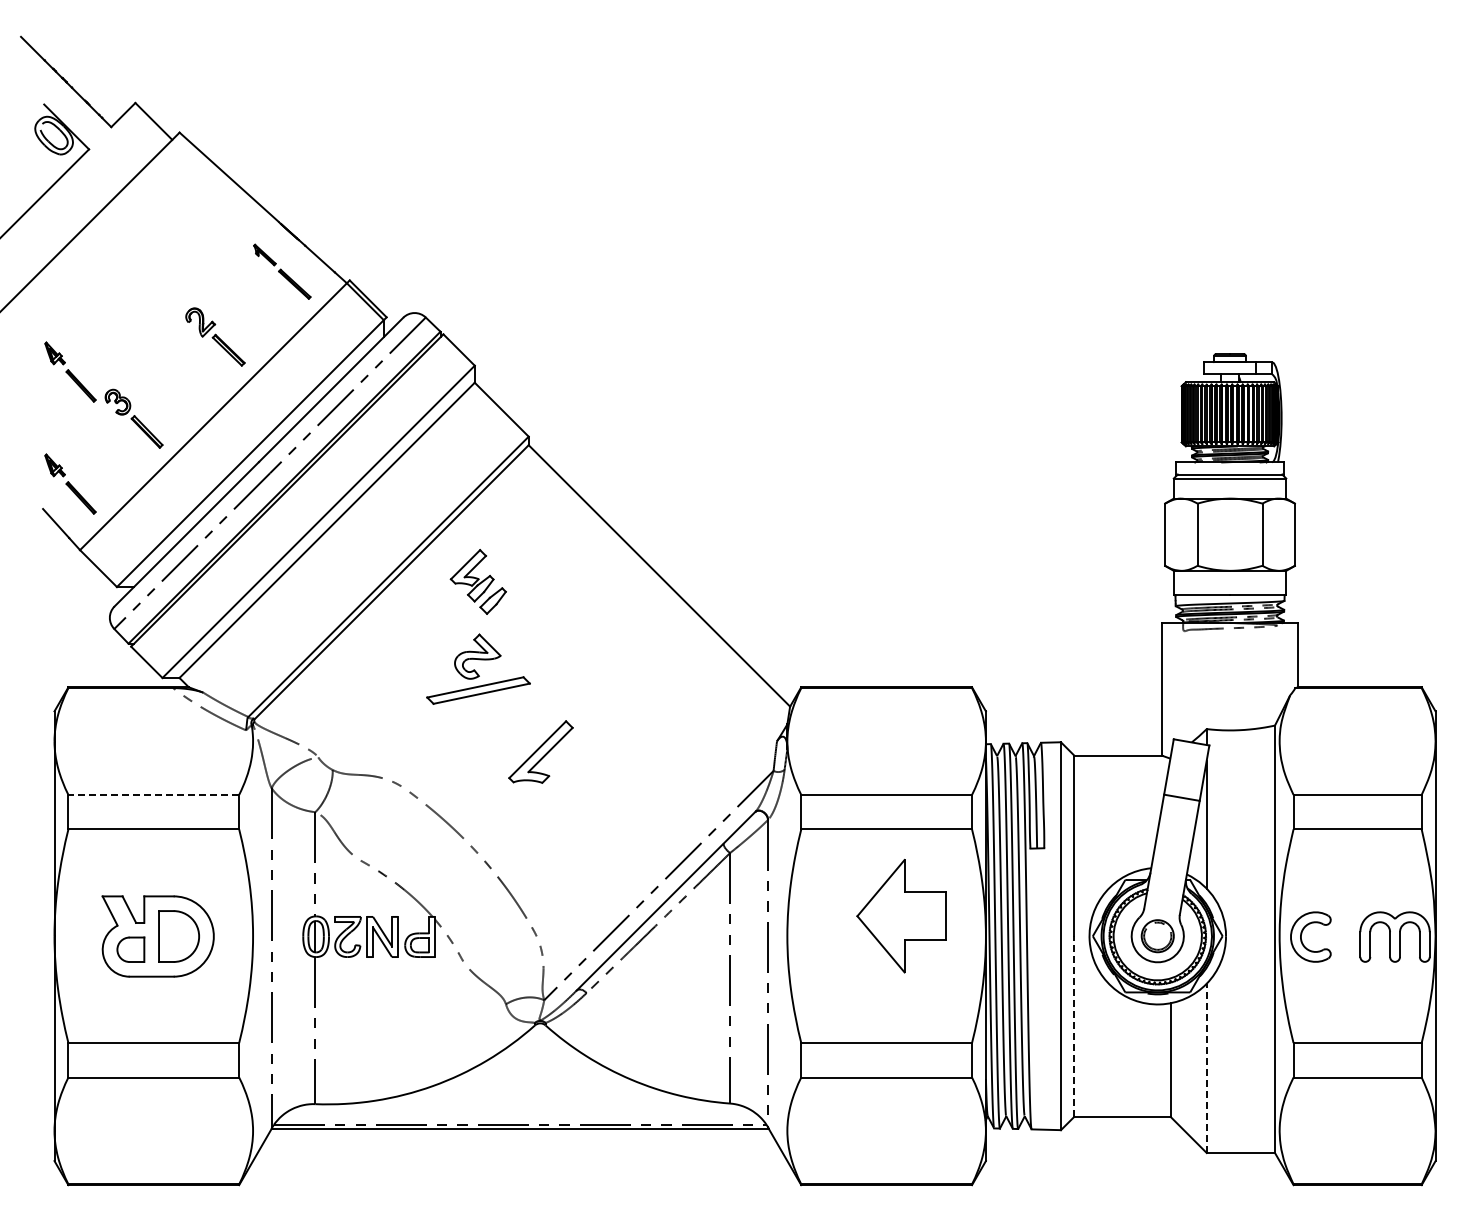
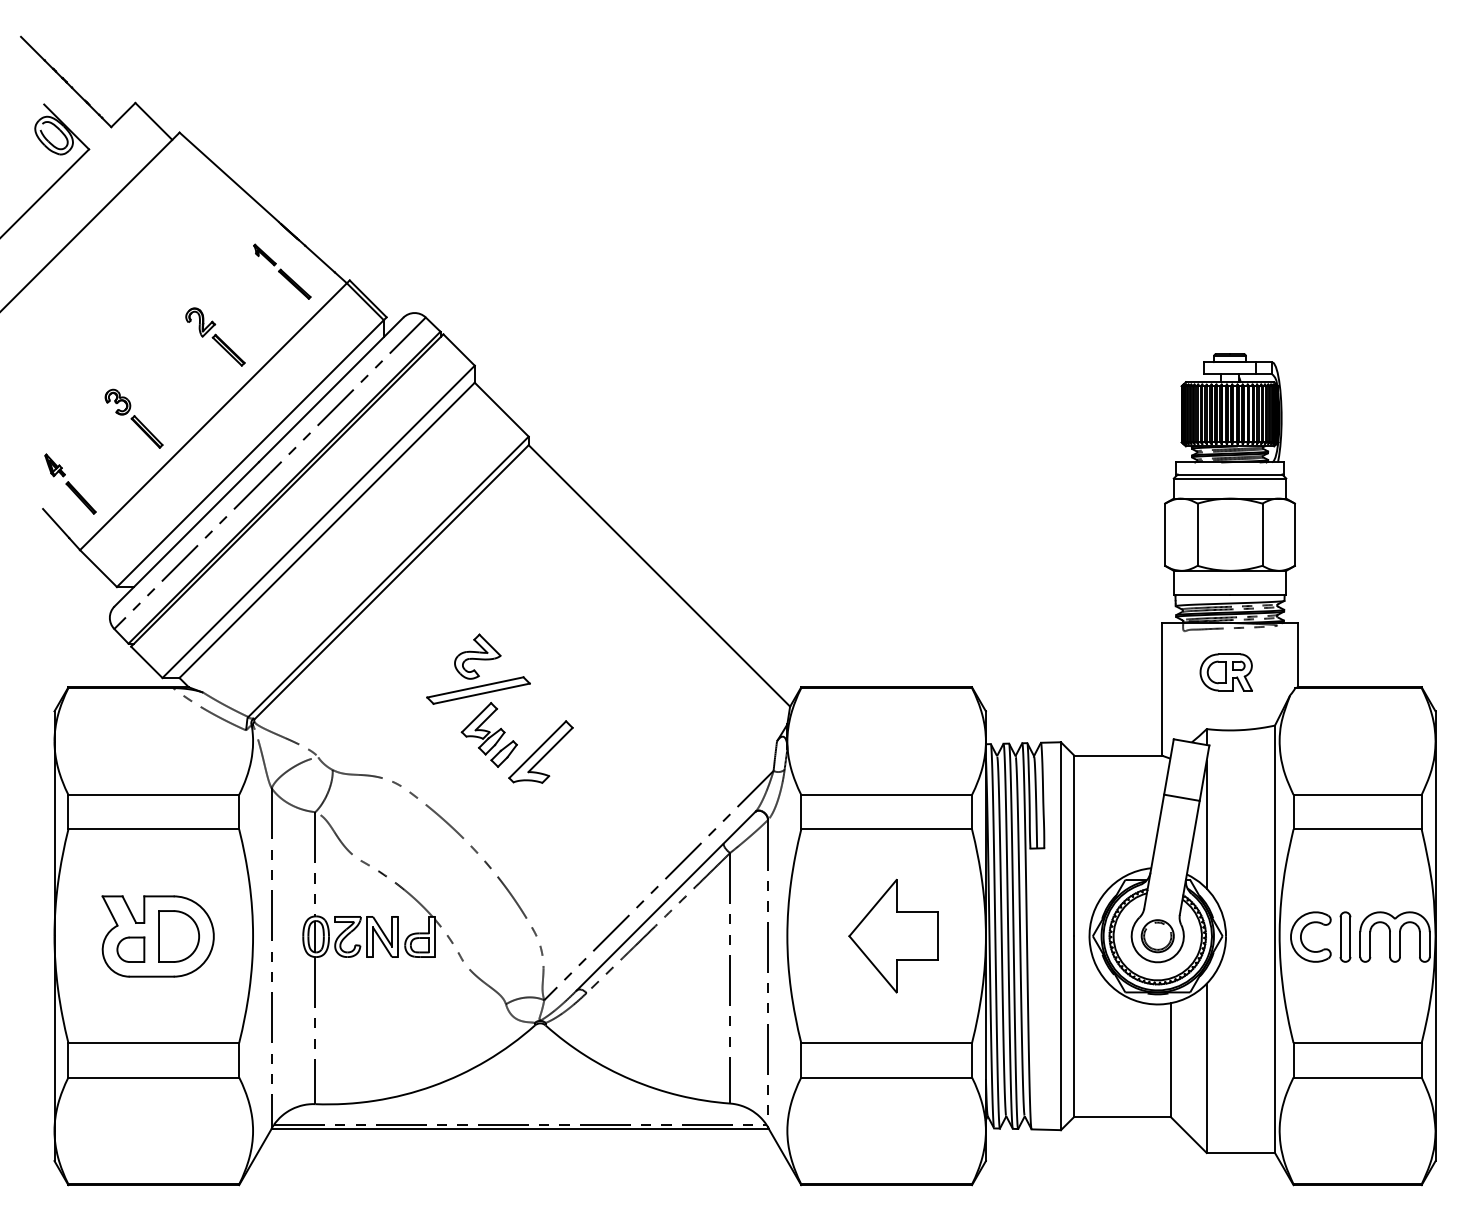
part at (70, 371): present -> none
part at (477, 581) position: (477, 581) -> (488, 734)
part at (1225, 672): none -> present
line at (153, 794): dashed -> solid
part at (901, 915) position: (901, 915) -> (893, 935)
part at (1345, 936): none -> present
line at (1074, 1026): dashed -> solid
line at (1206, 1068): dashed -> solid
